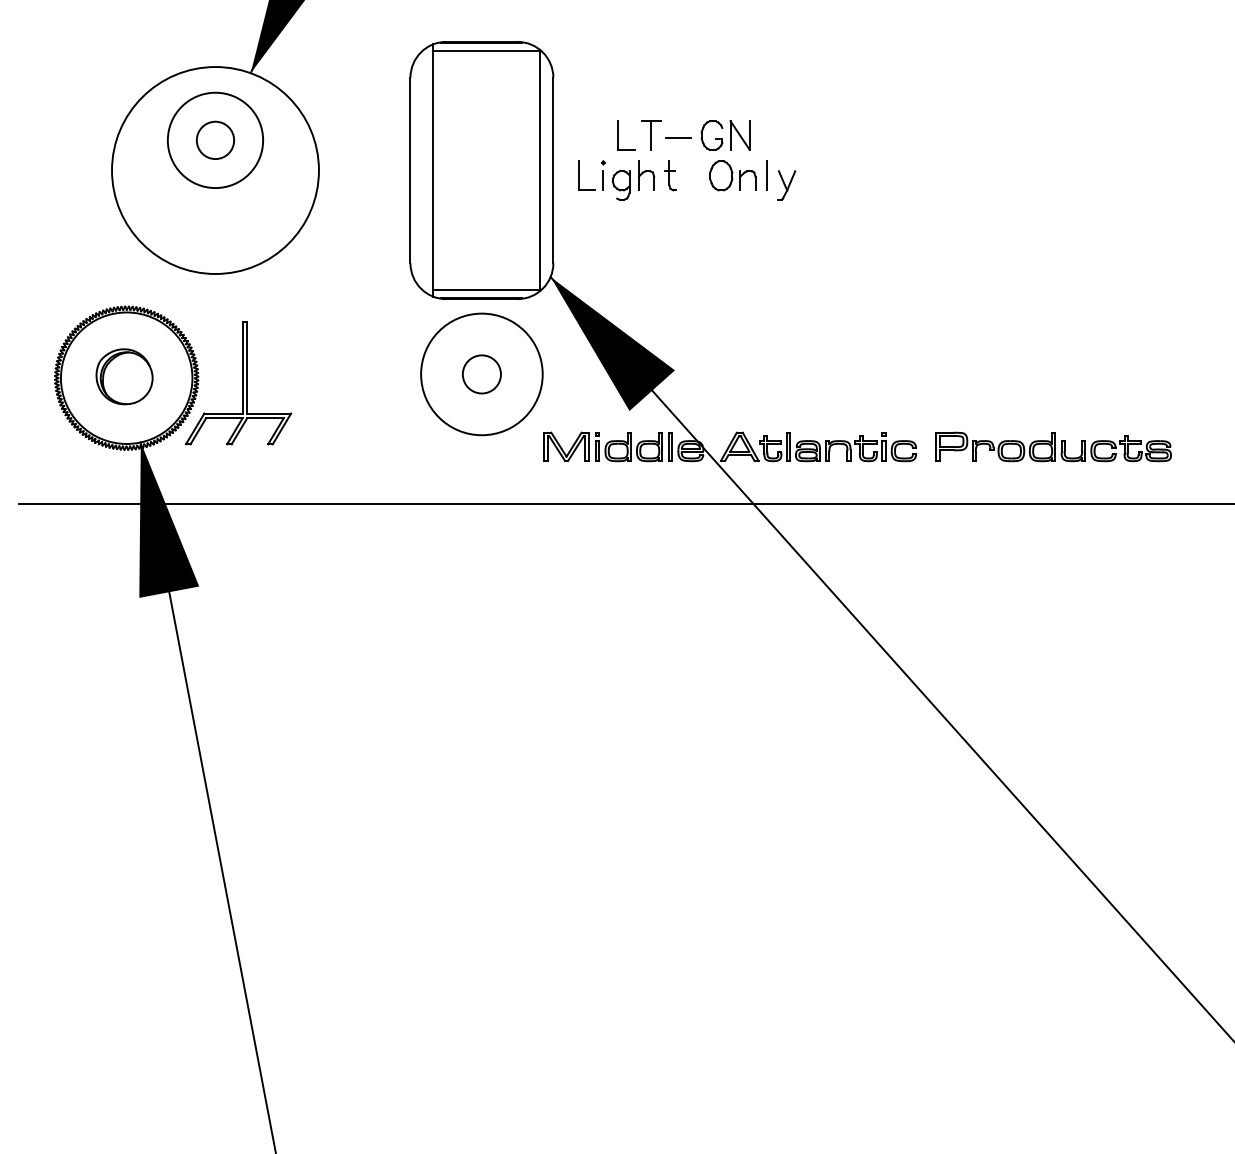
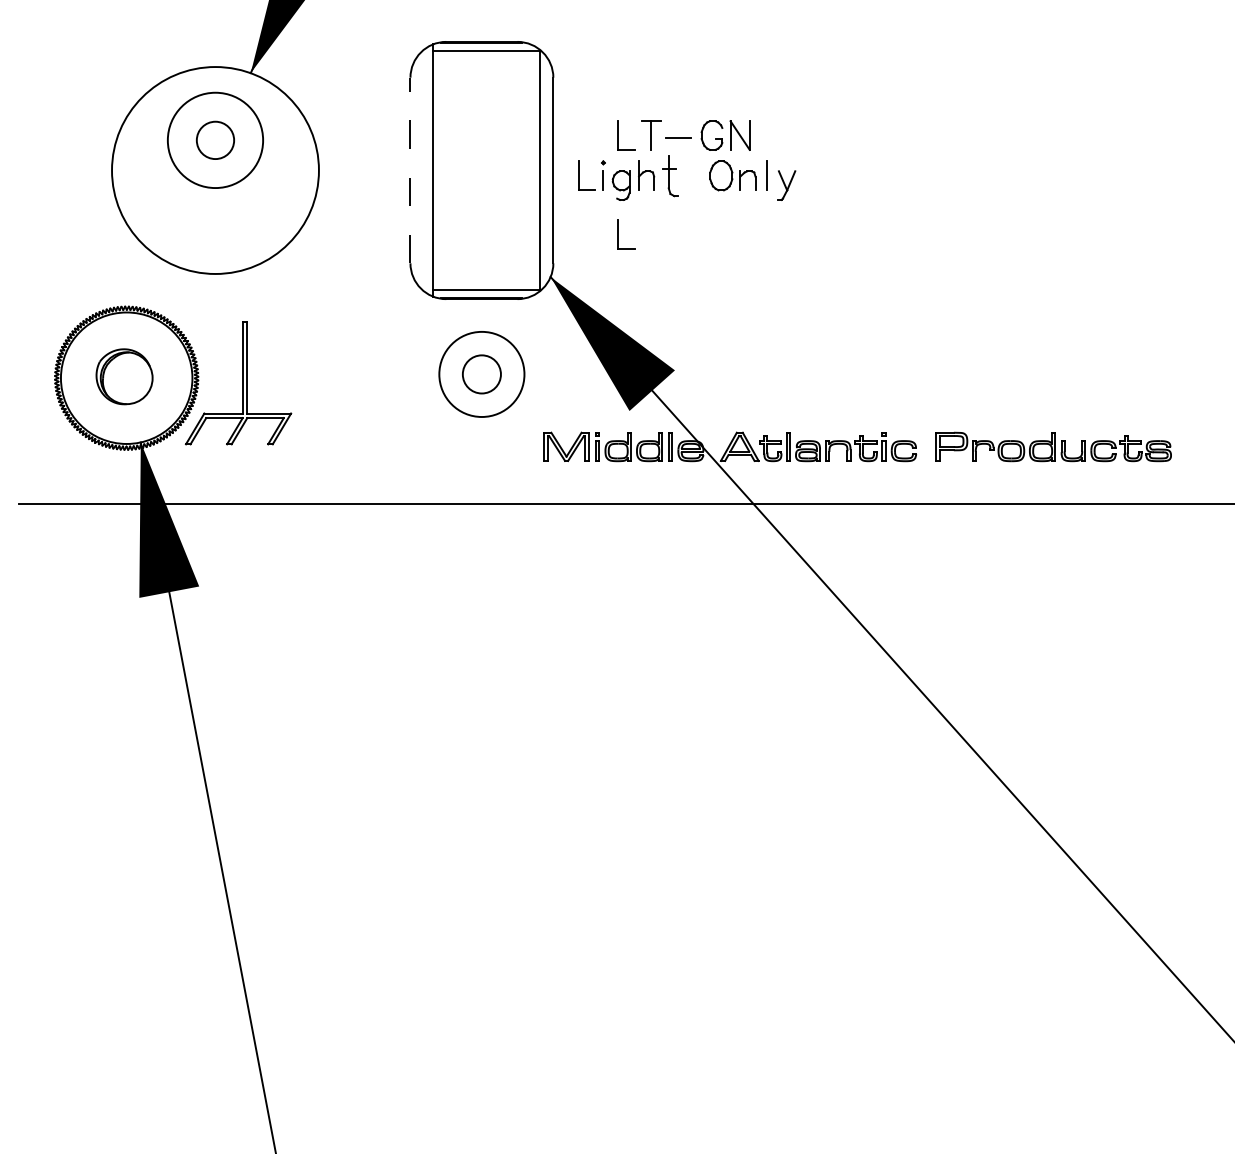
line at (410, 170): solid -> dashed
part at (670, 175) size: 13x32 px -> 17x43 px
part at (618, 234): none -> present
circle at (481, 374) diameter: 122 px -> 85 px
